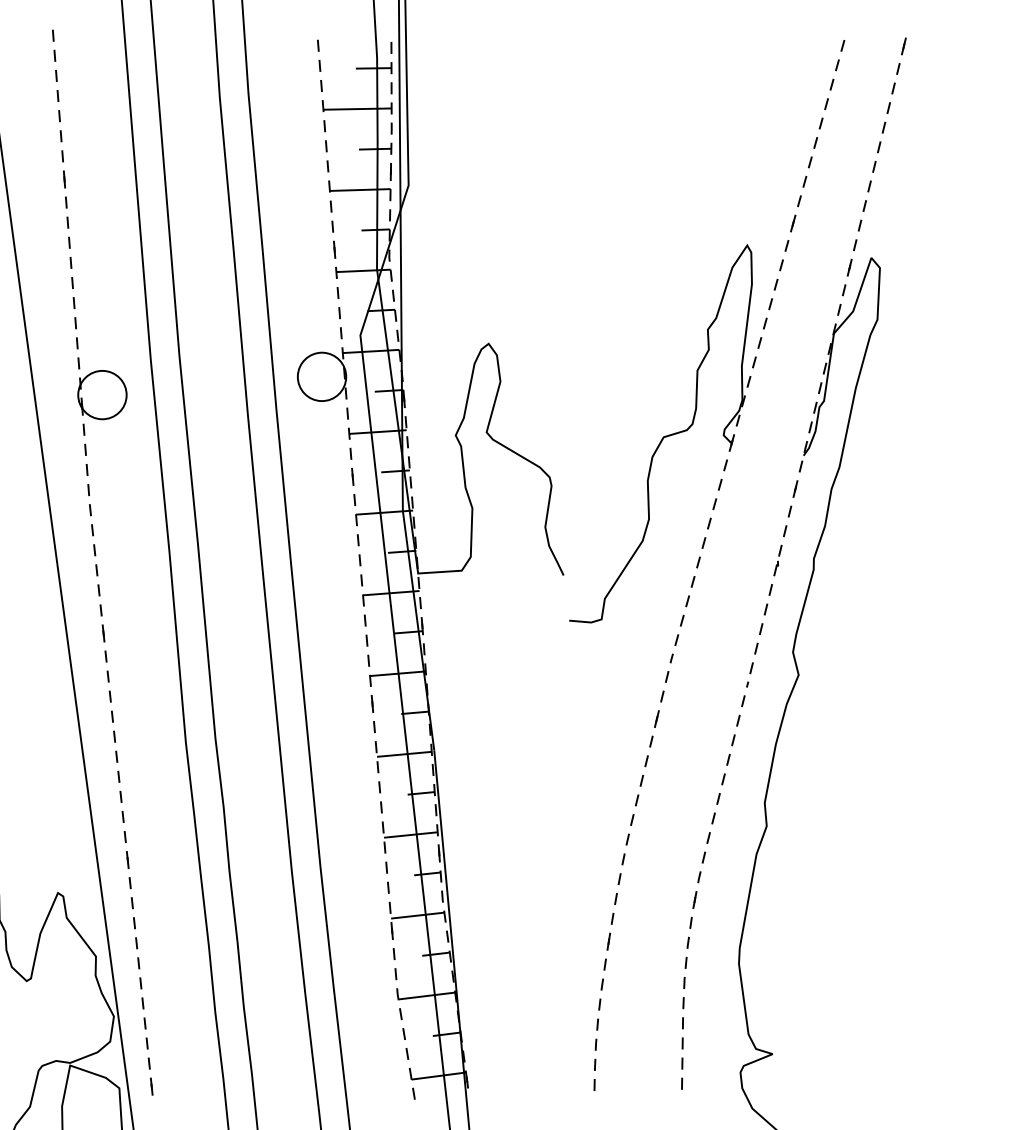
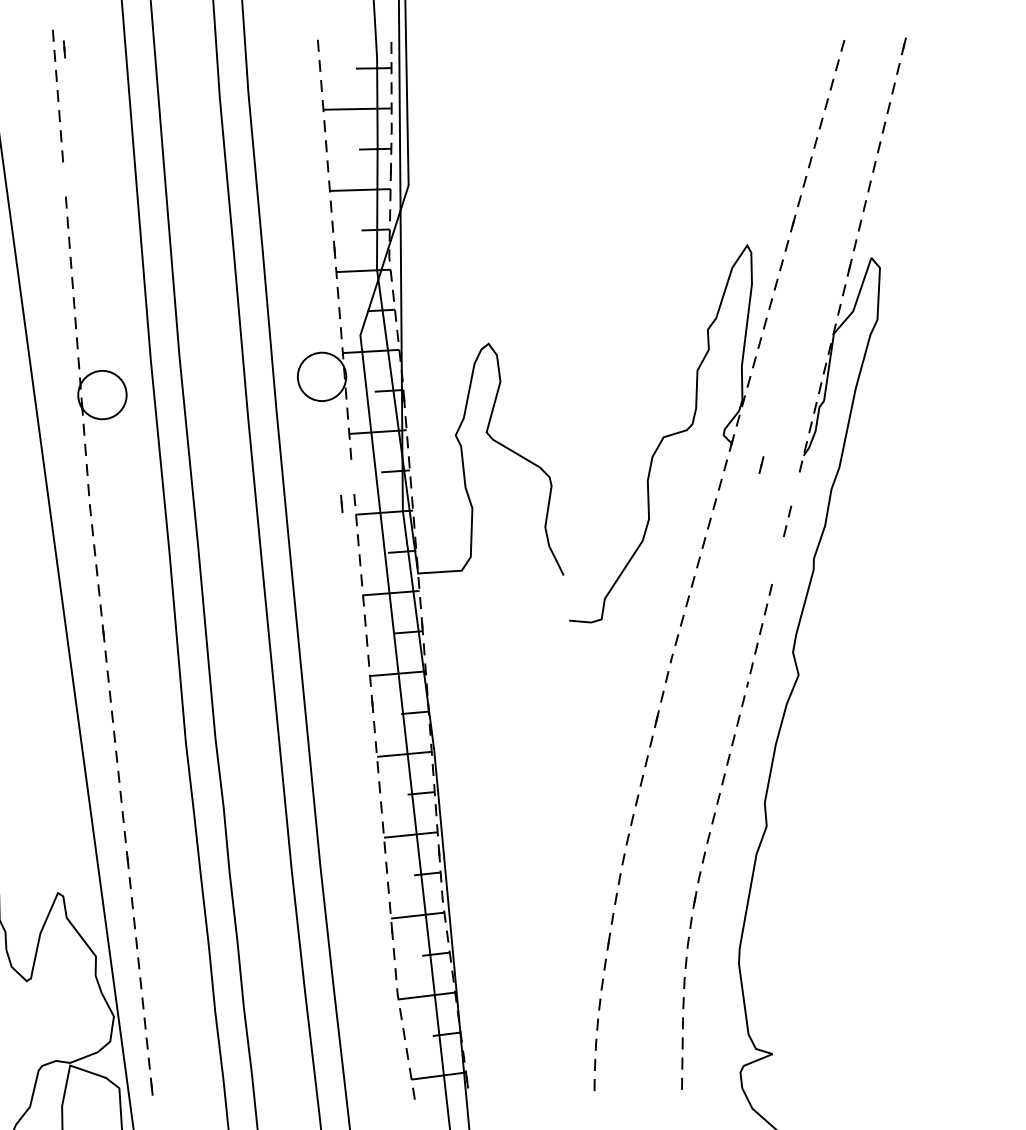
line at (64, 179) position: (64, 179) -> (64, 49)
line at (352, 476) position: (352, 476) -> (341, 503)
line at (795, 488) position: (795, 488) -> (761, 464)
part at (777, 560): present -> none
